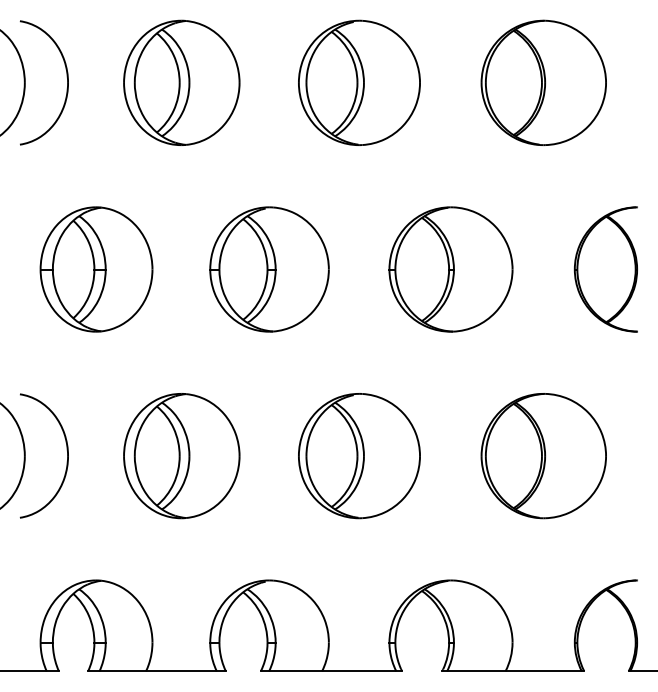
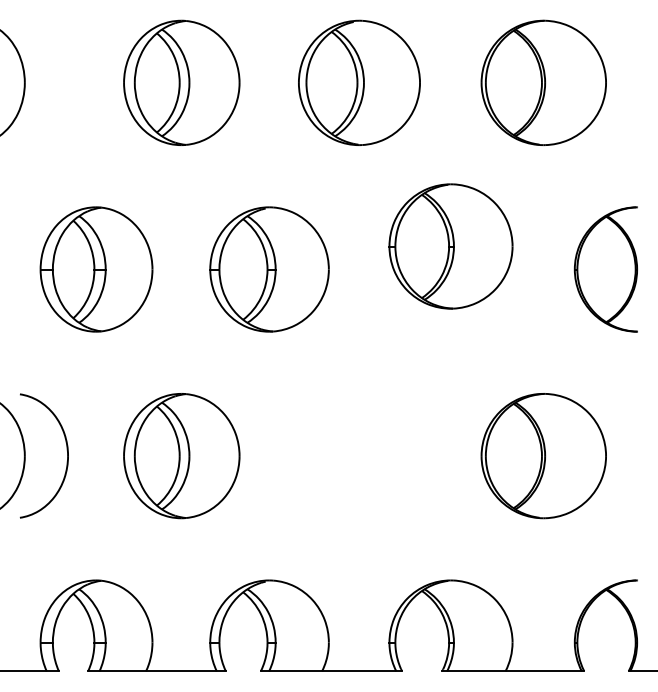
part at (66, 77): present -> none
part at (450, 269) position: (450, 269) -> (450, 246)
part at (359, 456): present -> none
